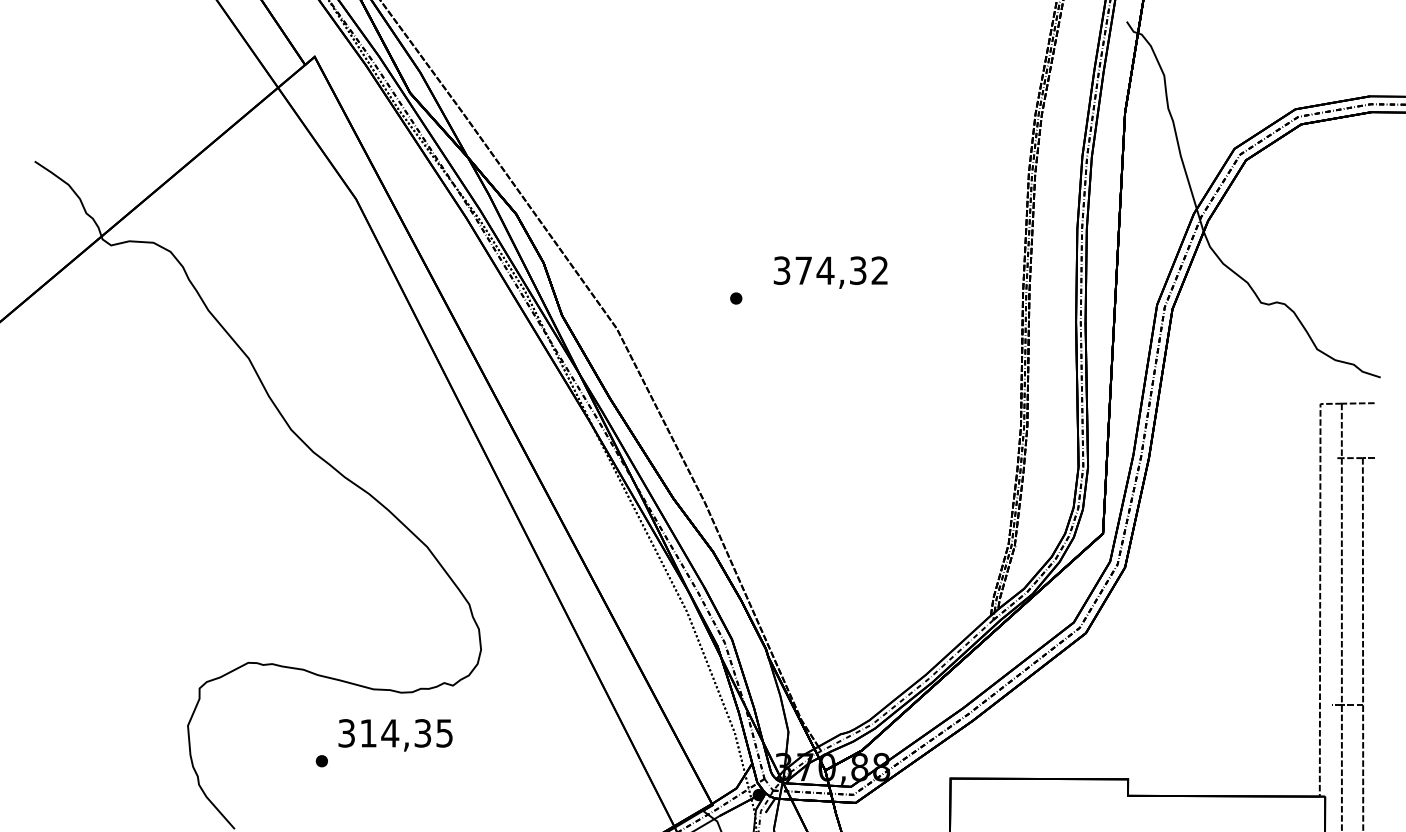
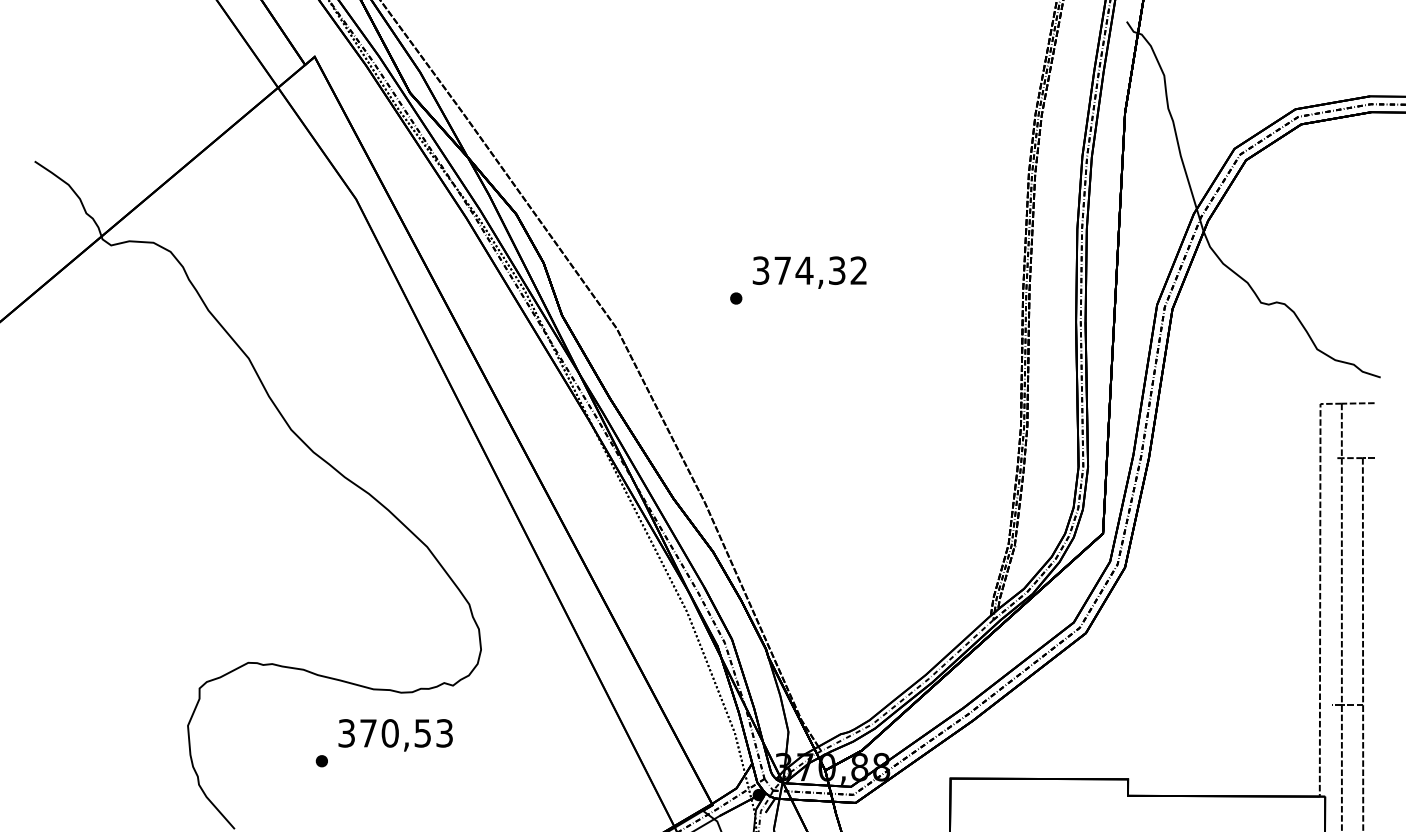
text at (830, 272) position: (830, 272) -> (809, 272)
text at (406, 733): 314,35 -> 370,53
